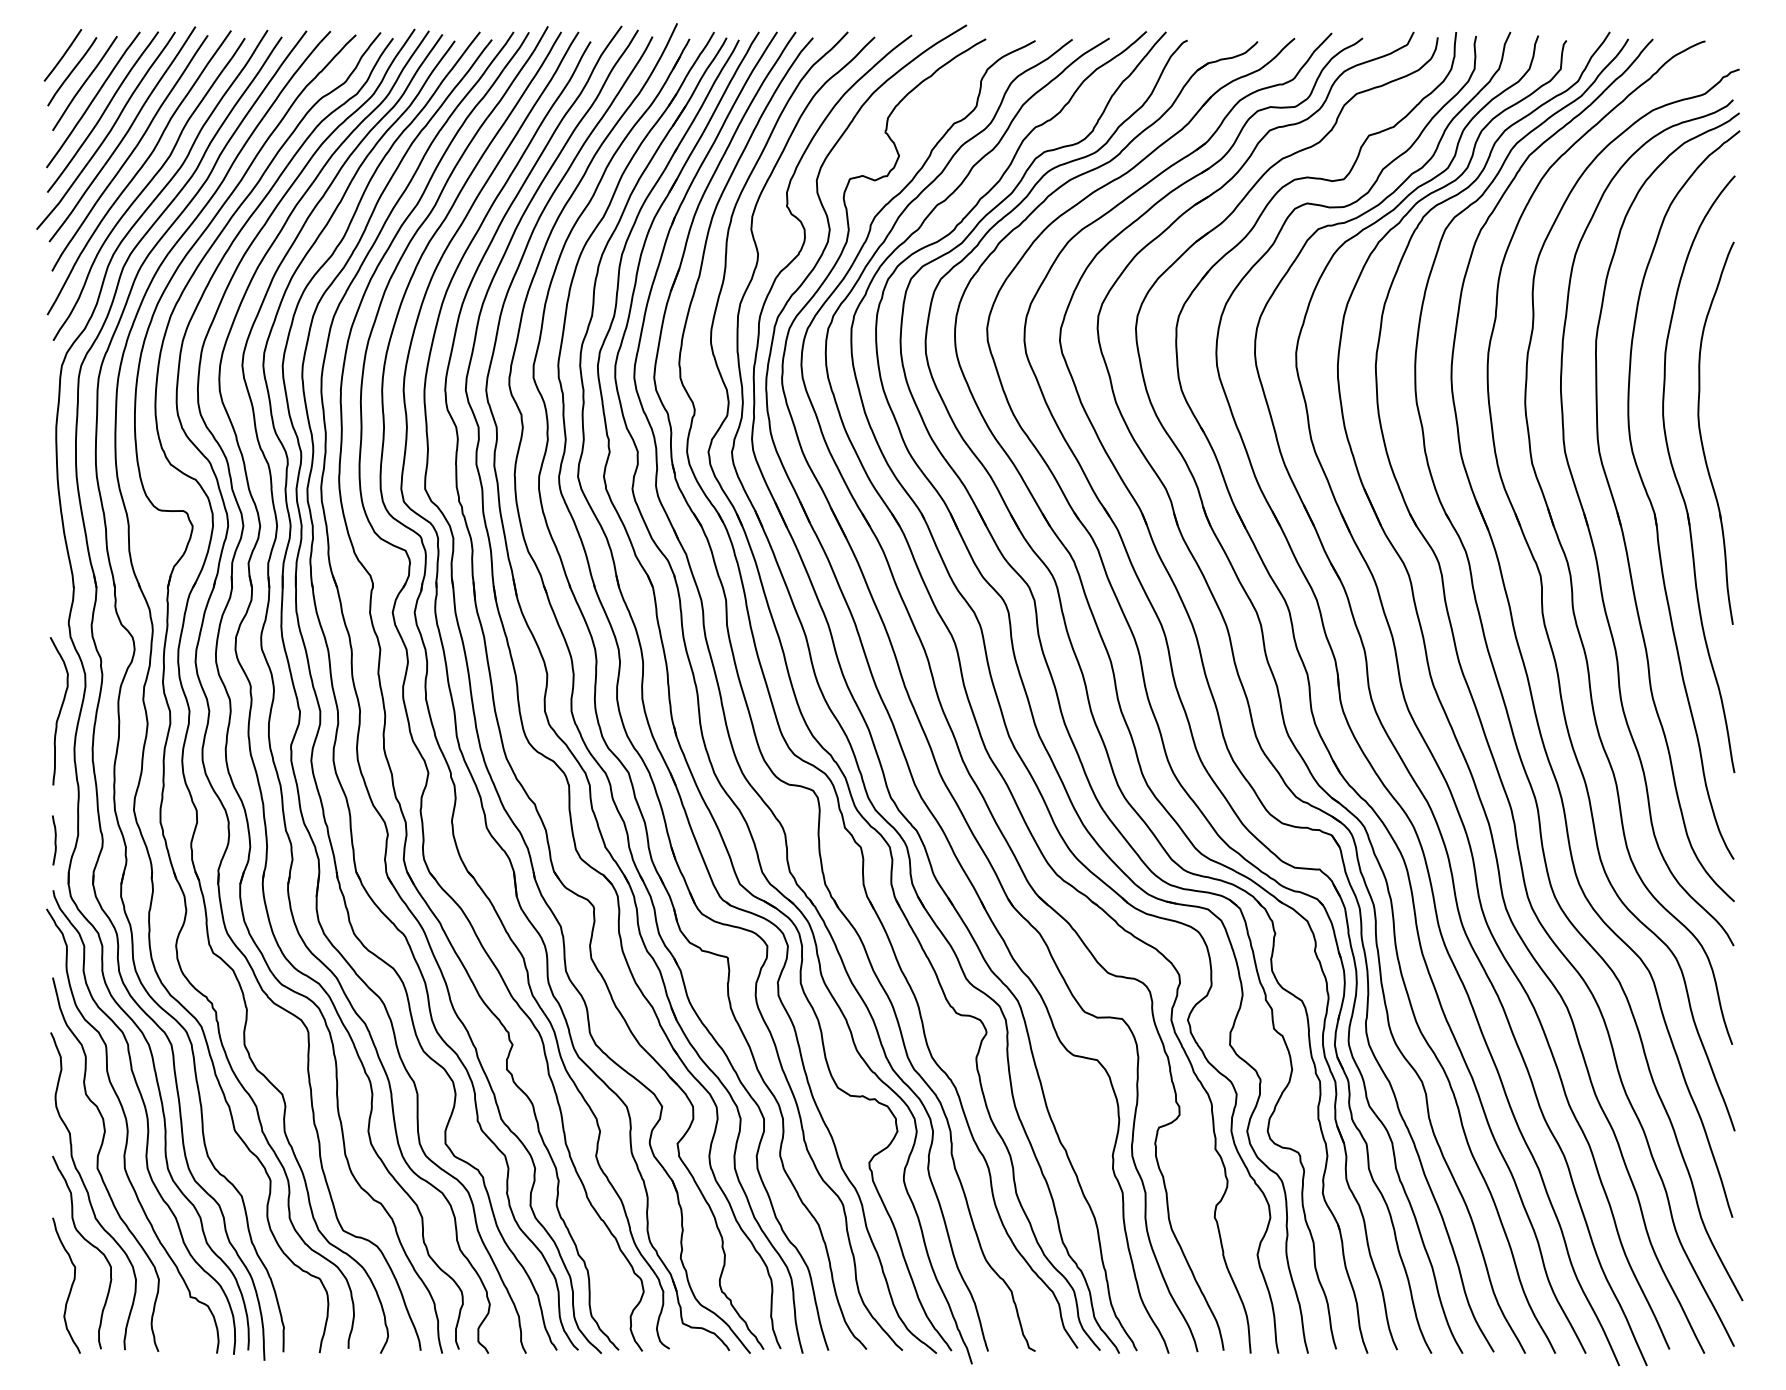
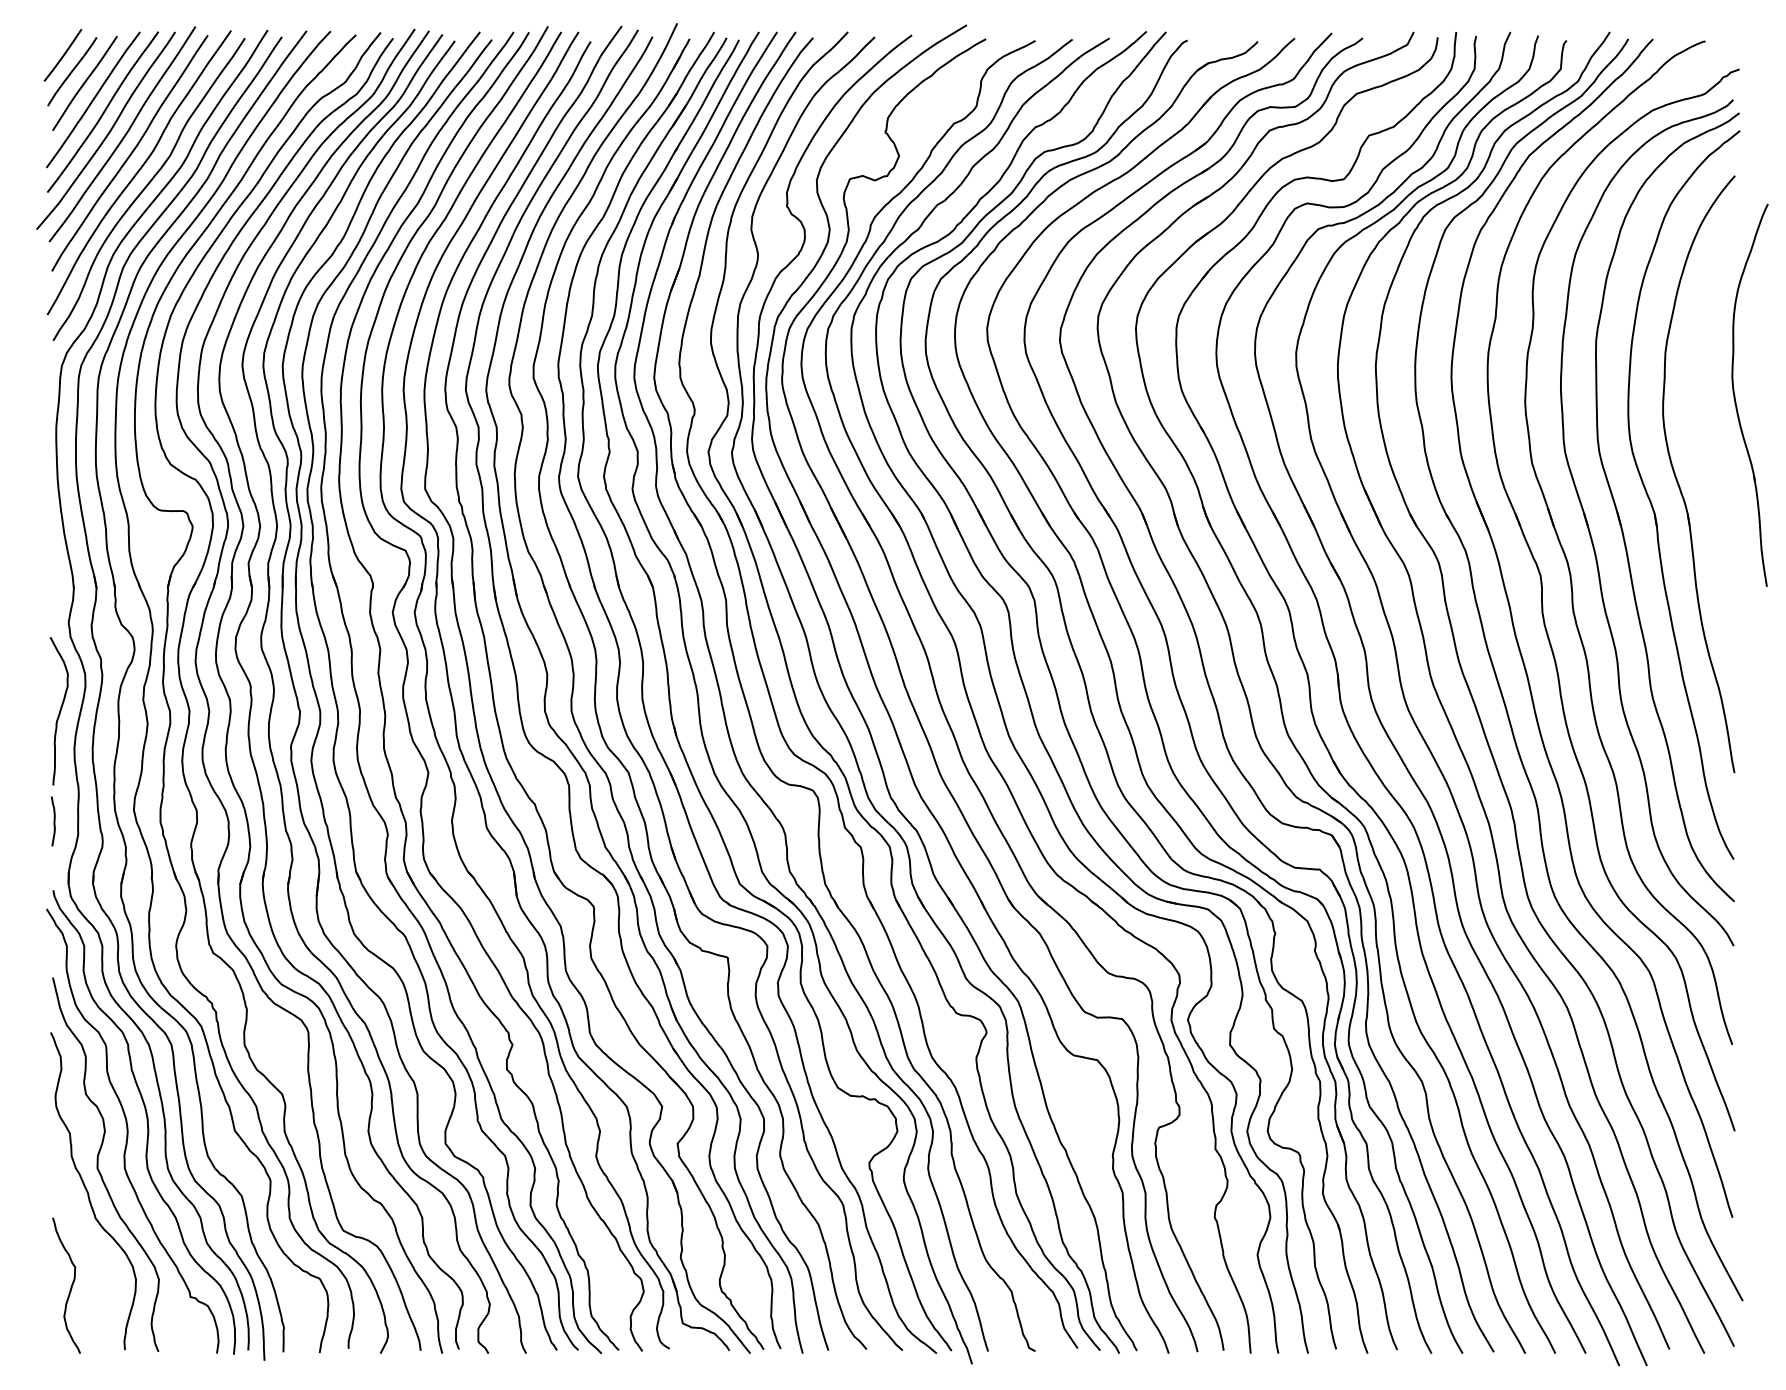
part at (1701, 433) position: (1701, 433) -> (1735, 395)
curve at (54, 840) position: (54, 840) -> (53, 821)
curve at (89, 1244): present -> none
